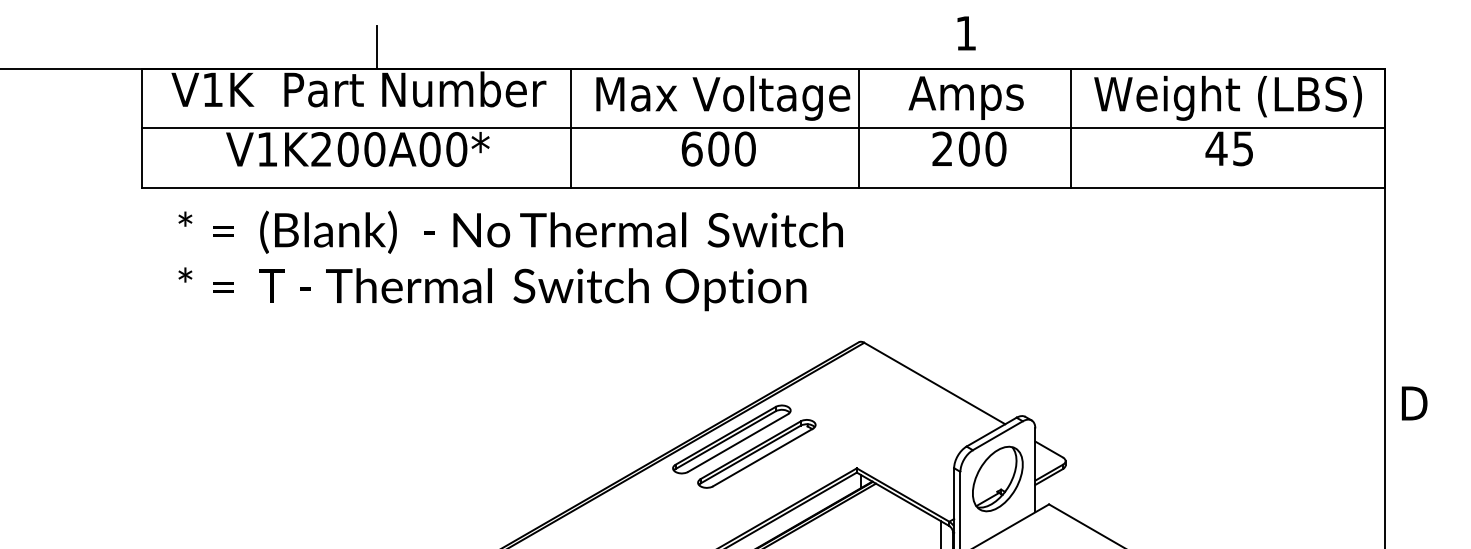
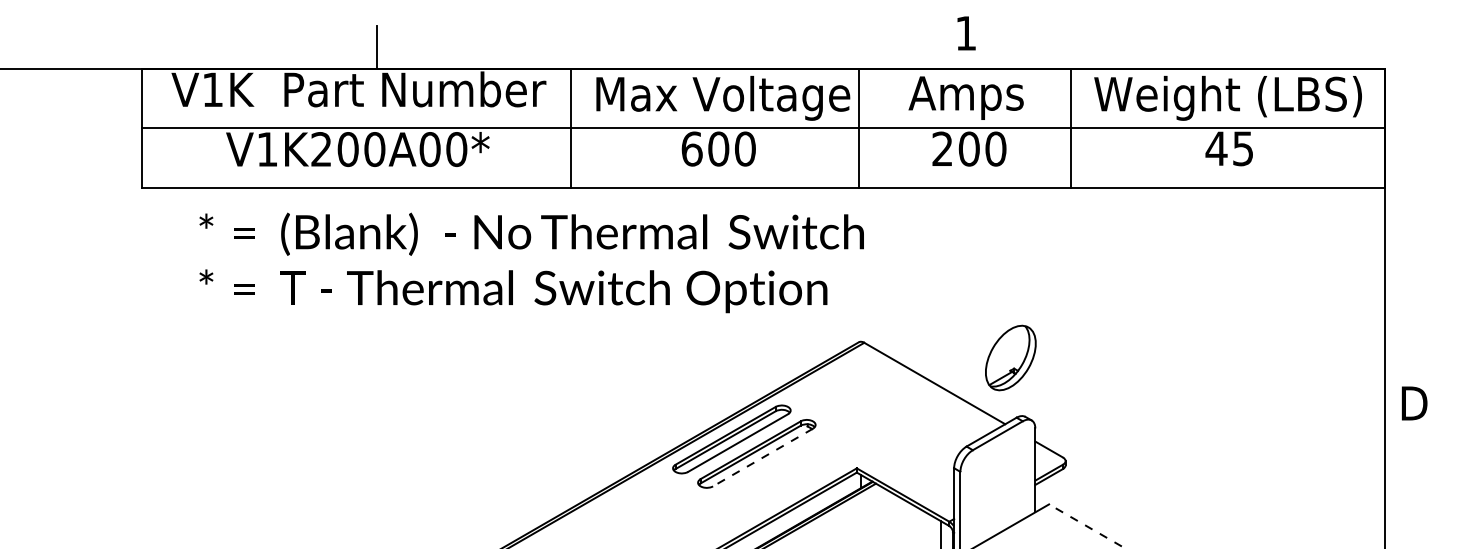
text at (510, 260) position: (510, 260) -> (531, 262)
line at (763, 457): solid -> dashed
part at (997, 478) position: (997, 478) -> (1010, 357)
line at (1086, 526): solid -> dashed
